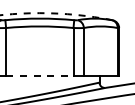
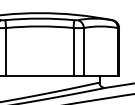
arc at (56, 13): dashed -> solid
line at (39, 75): dashed -> solid
